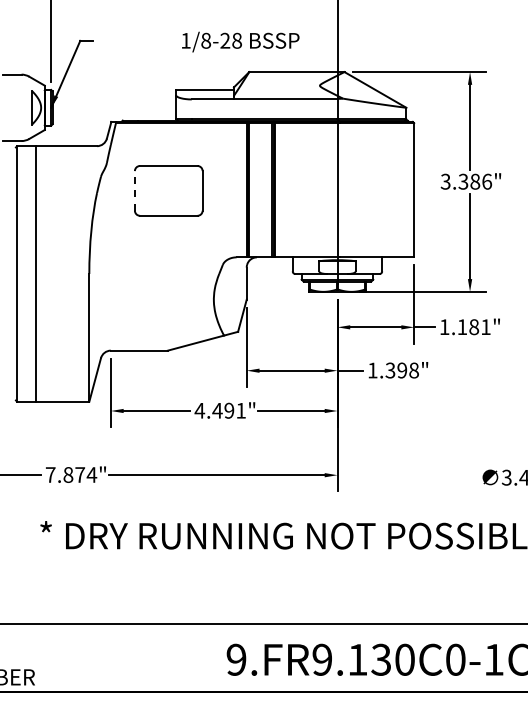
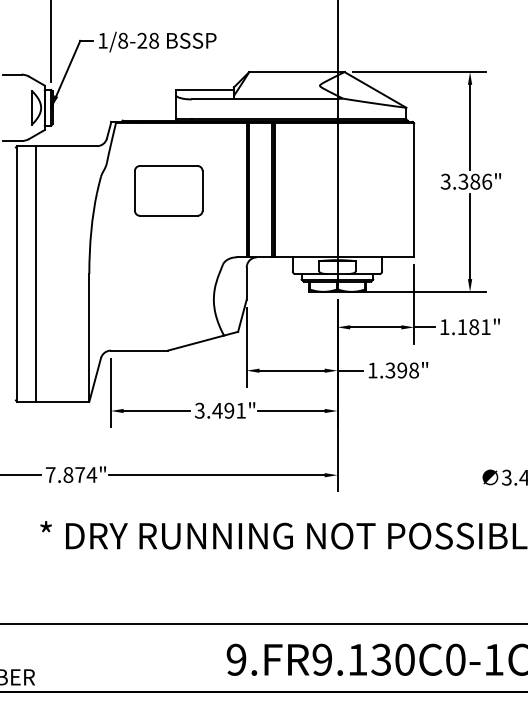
text at (240, 41) position: (240, 41) -> (157, 41)
line at (134, 190): dashed -> solid
text at (199, 410): 4.491" -> 3.491"
